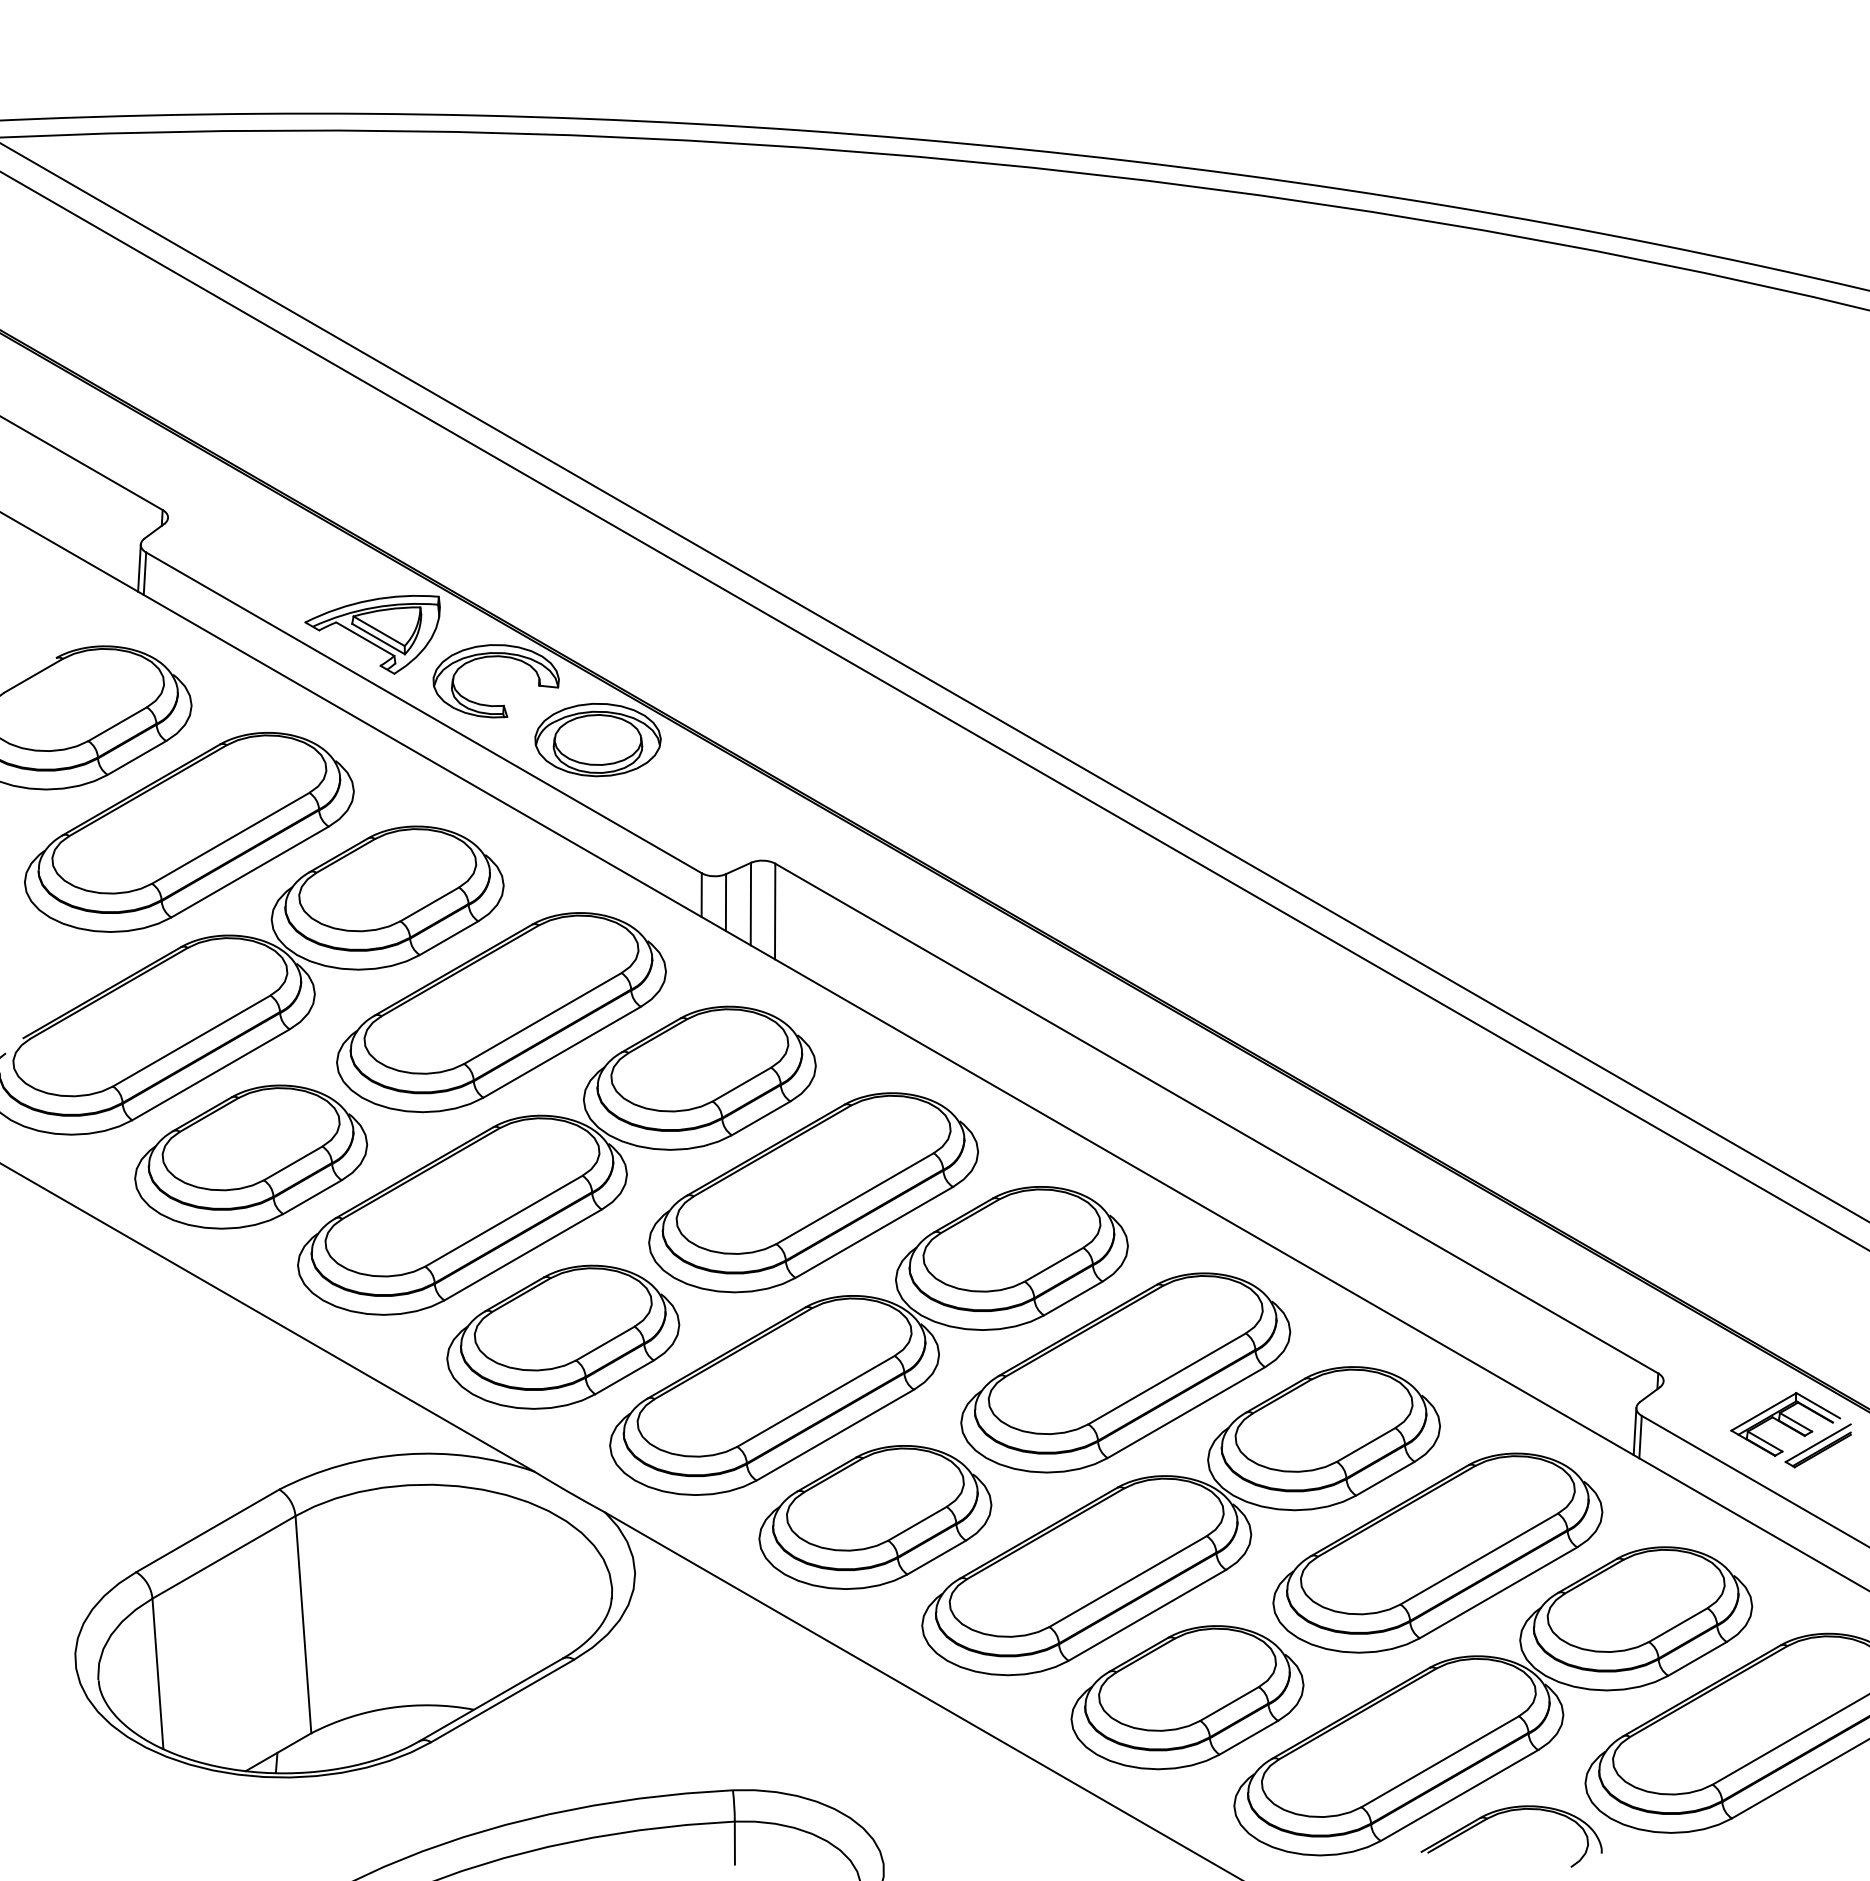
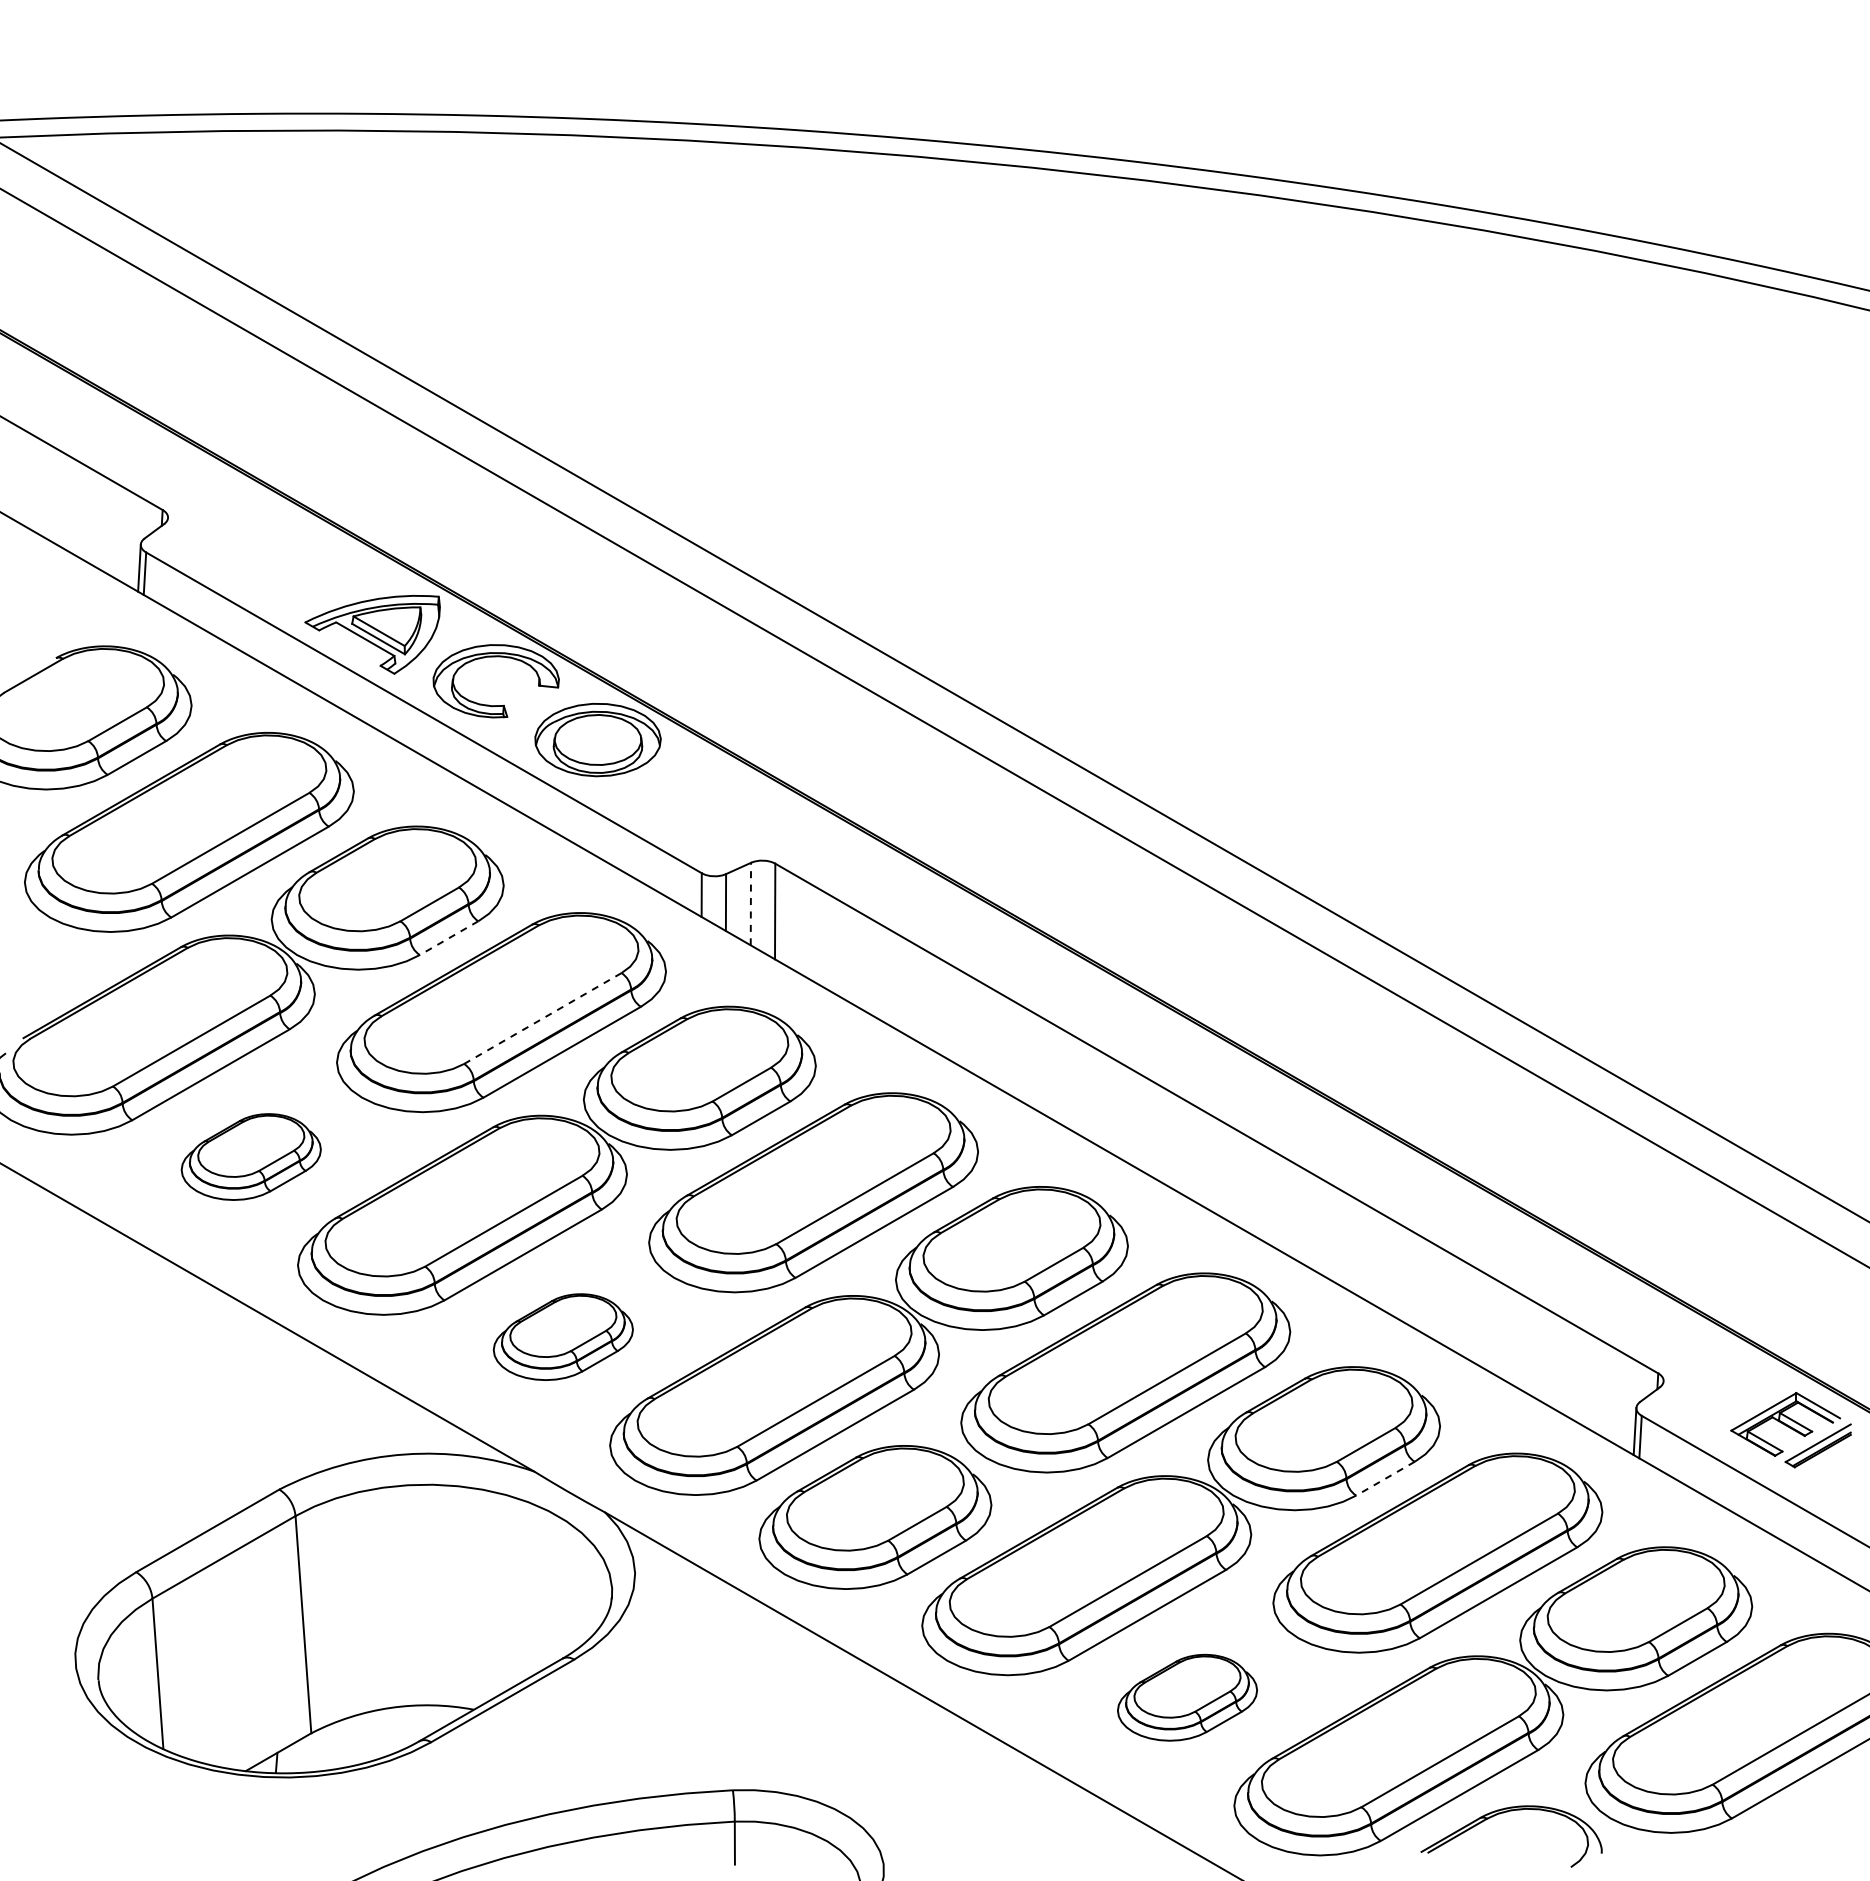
line at (934, 710) position: (934, 710) -> (934, 727)
line at (750, 903): solid -> dashed
line at (449, 938): solid -> dashed
line at (542, 1018): solid -> dashed
part at (251, 1156) size: 235x146 px -> 142x88 px
part at (563, 1336) size: 235x146 px -> 142x88 px
line at (1385, 1478): solid -> dashed
part at (1187, 1697) size: 235x146 px -> 141x89 px
